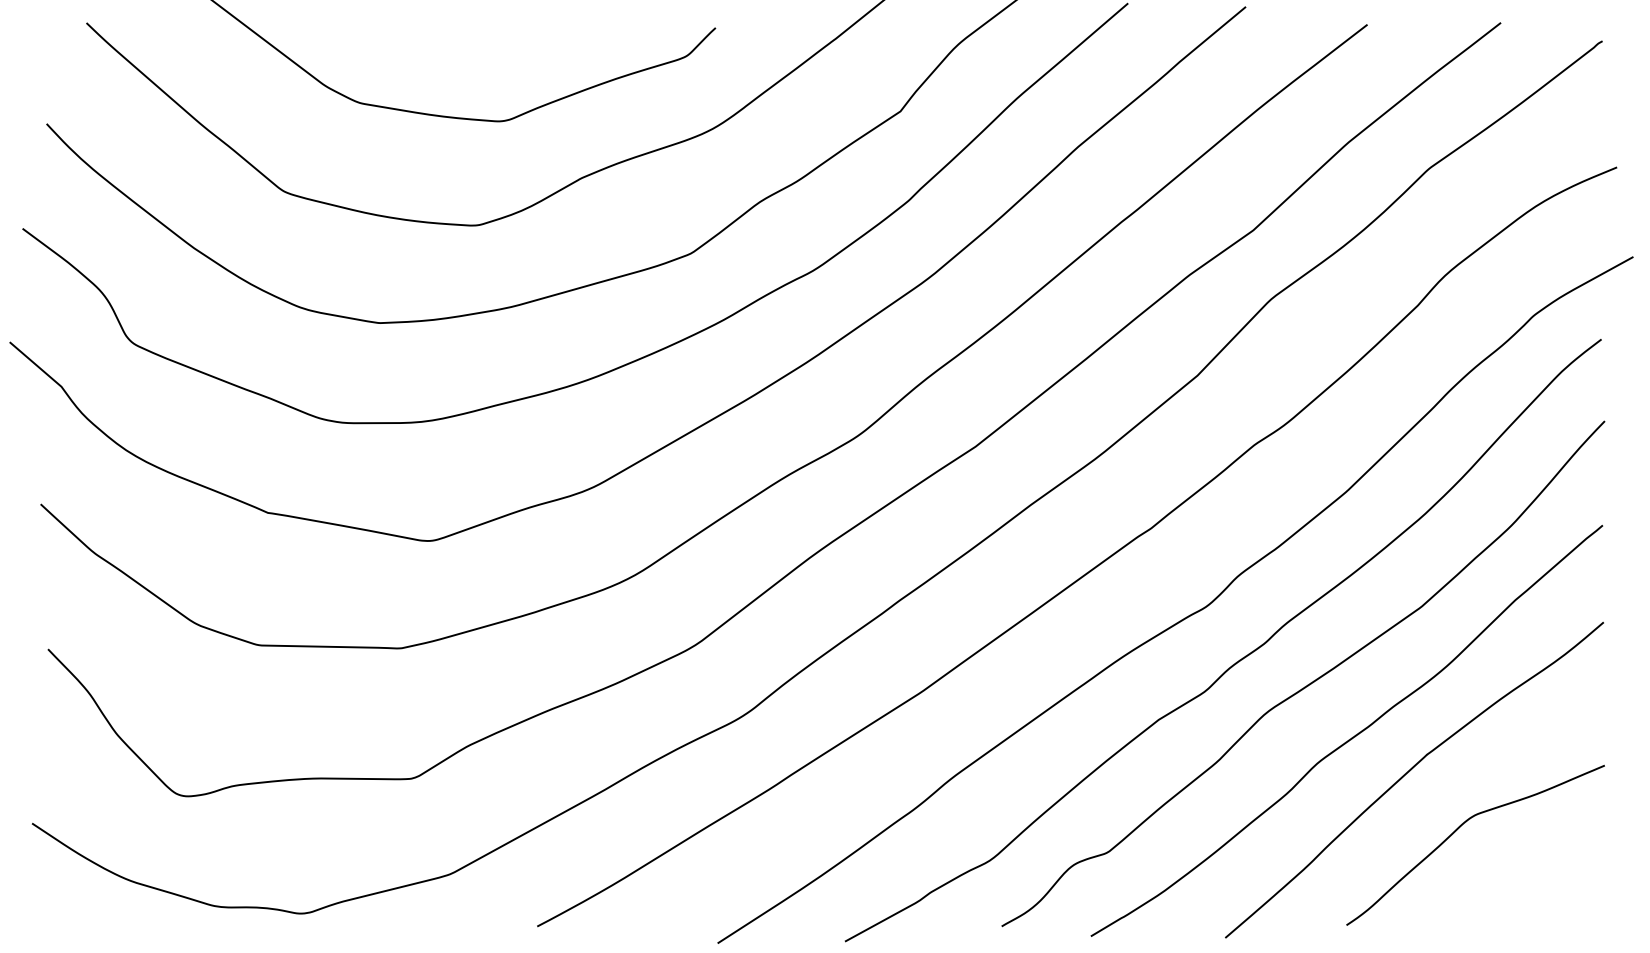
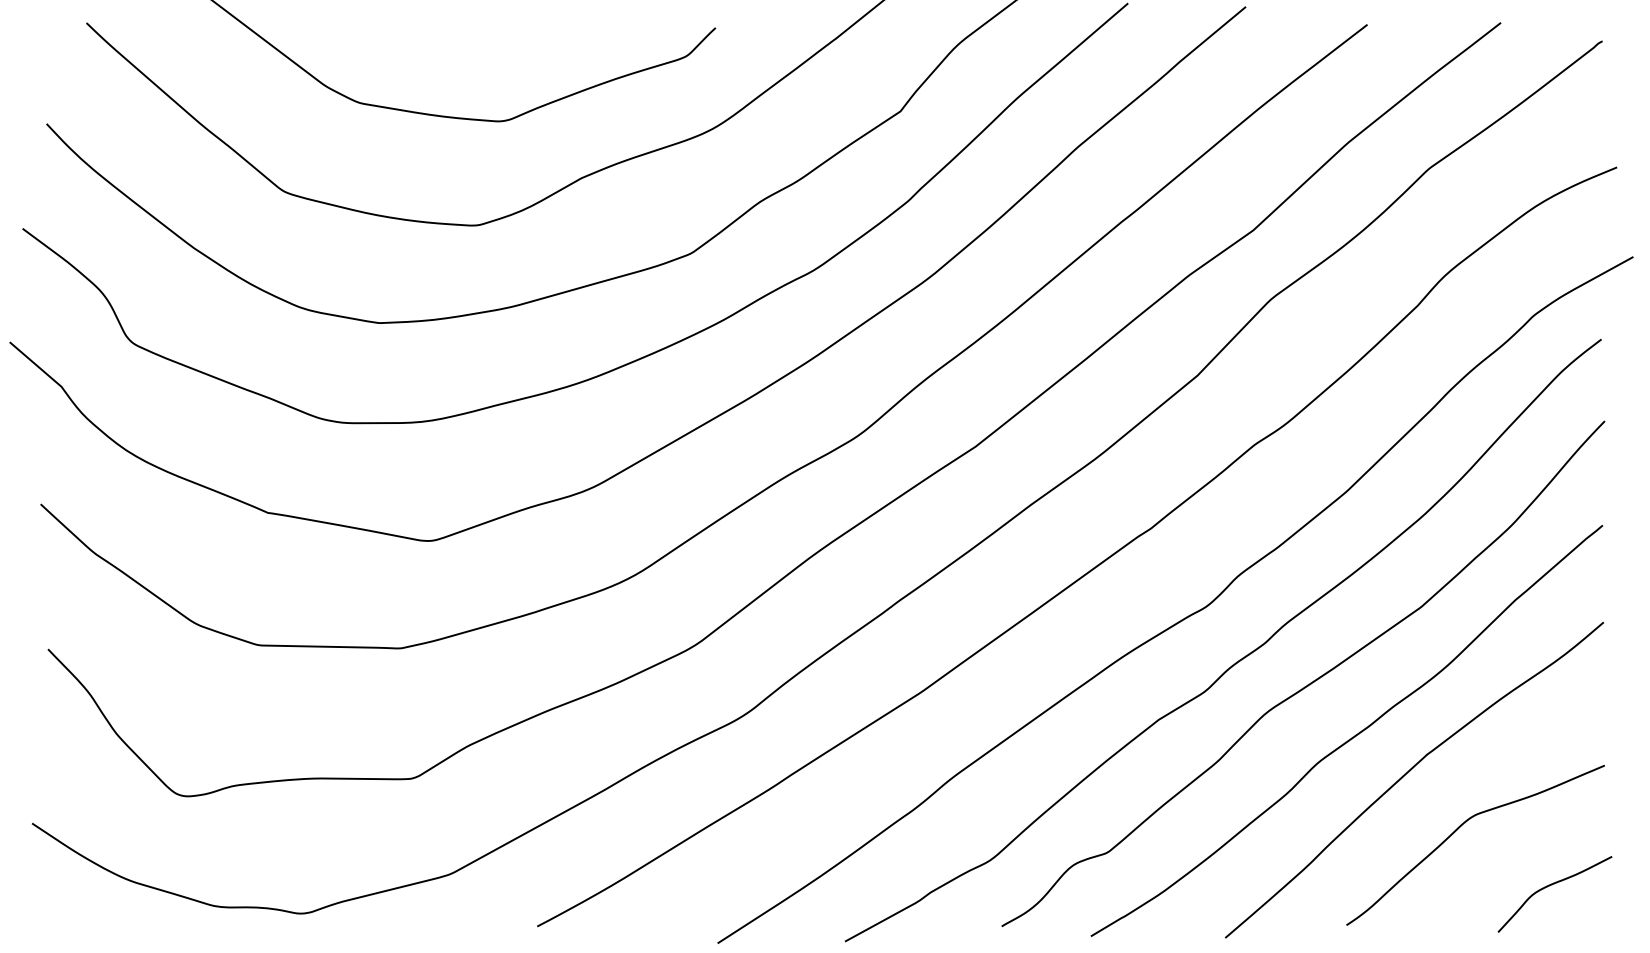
curve at (1552, 885): none -> present
